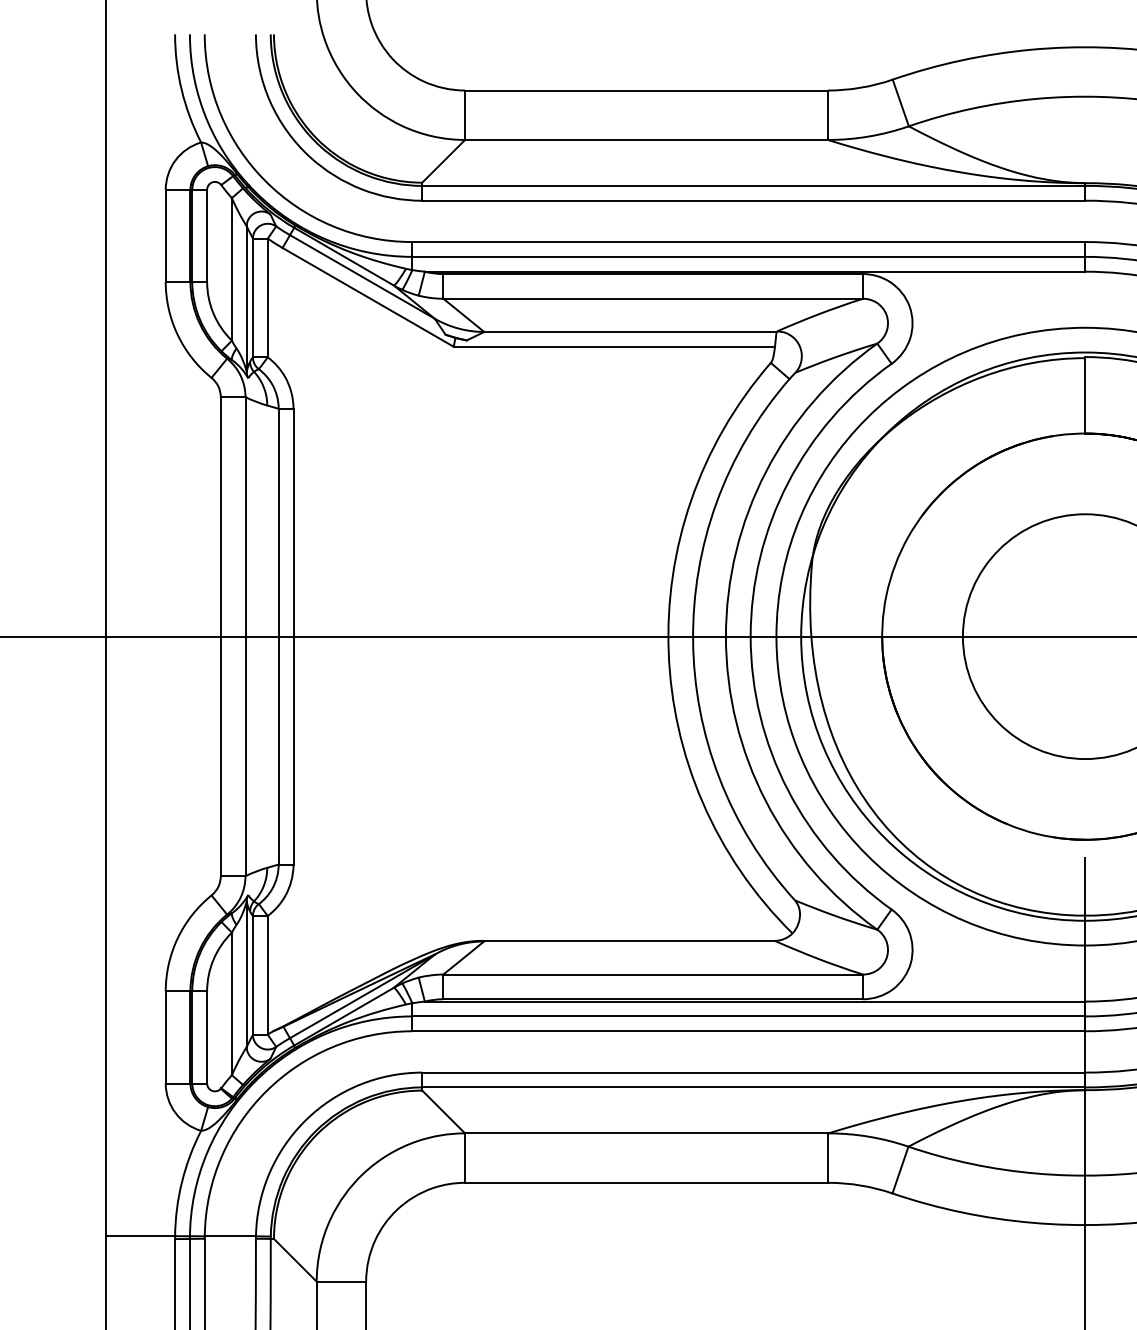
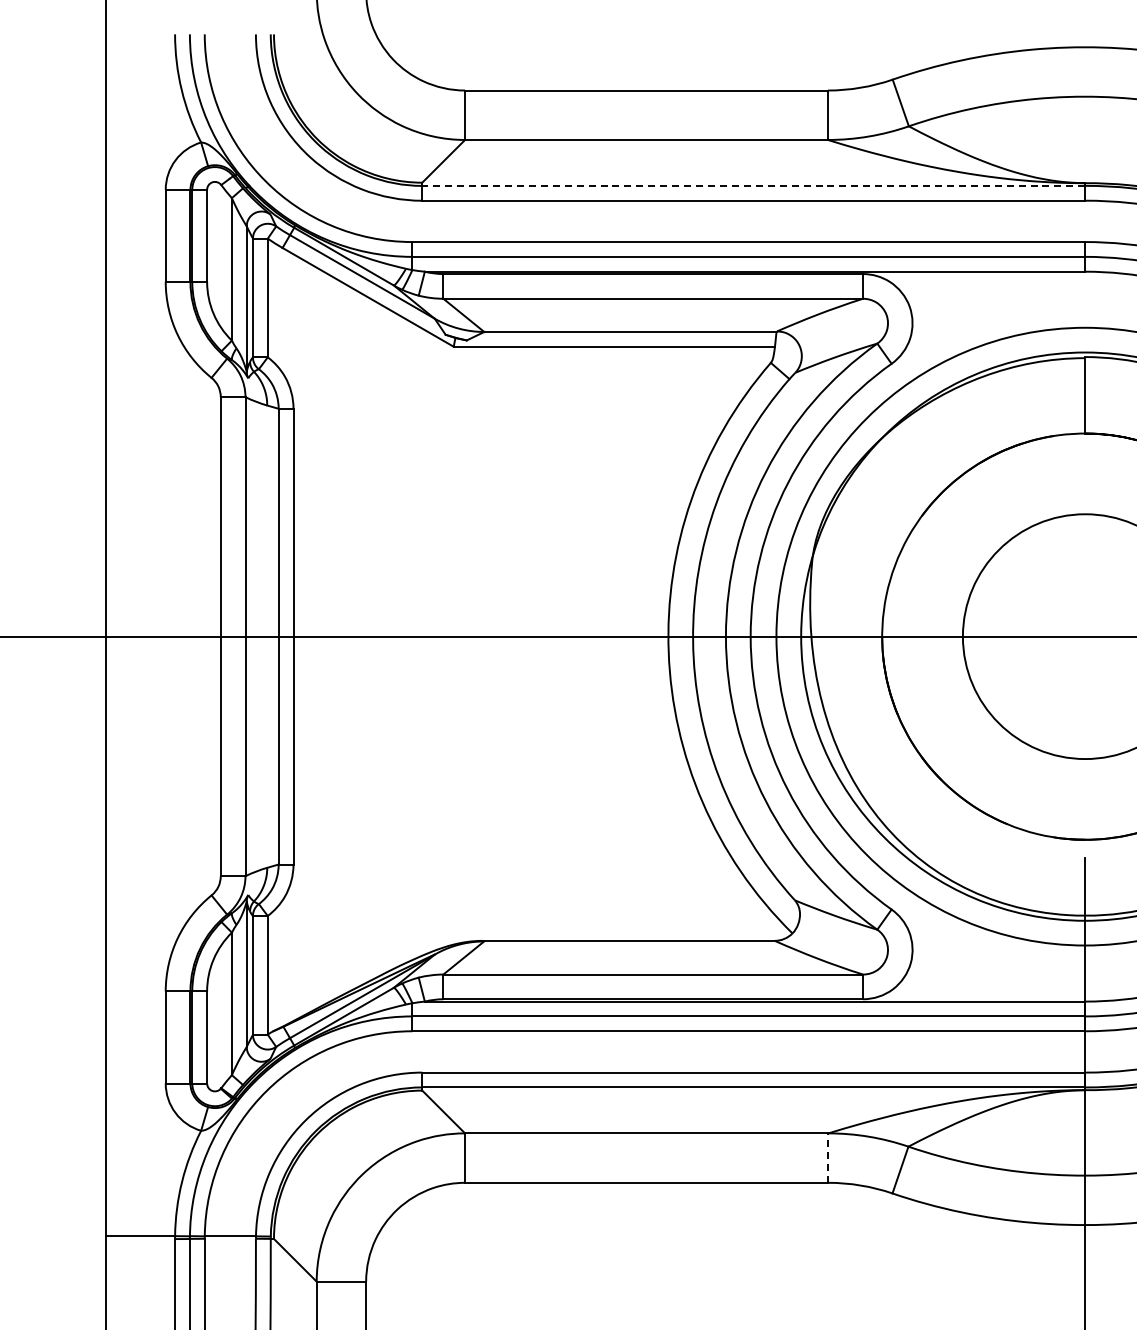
line at (753, 185): solid -> dashed
line at (828, 1158): solid -> dashed
